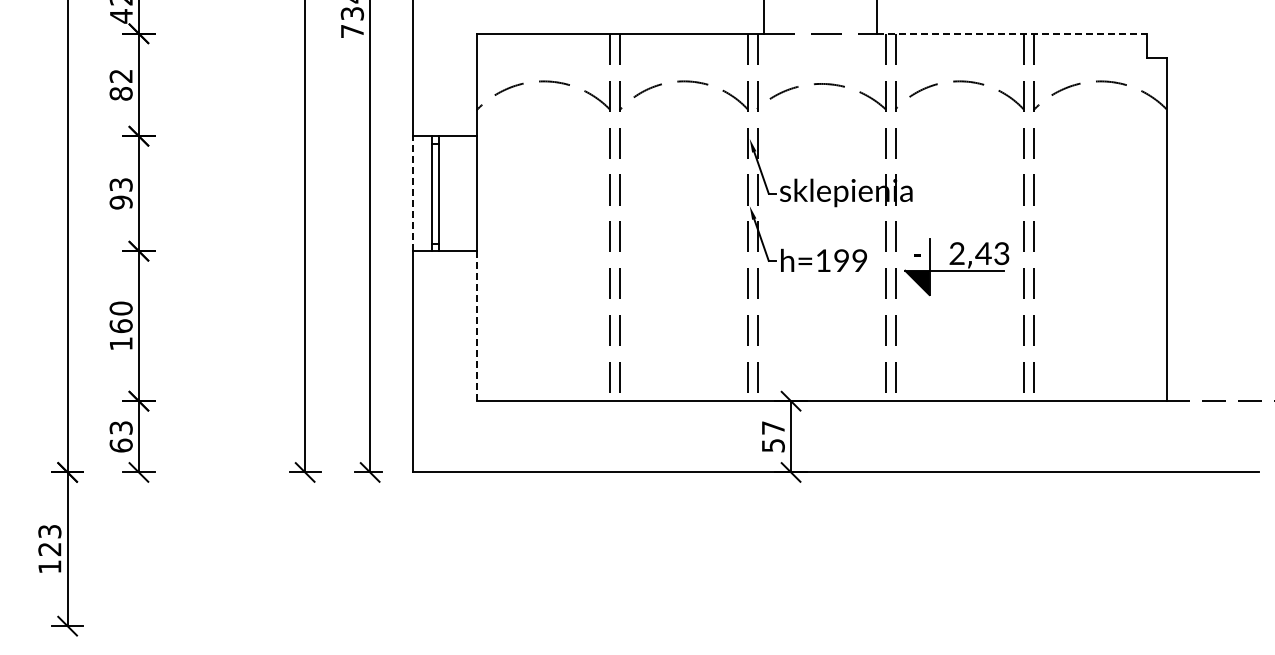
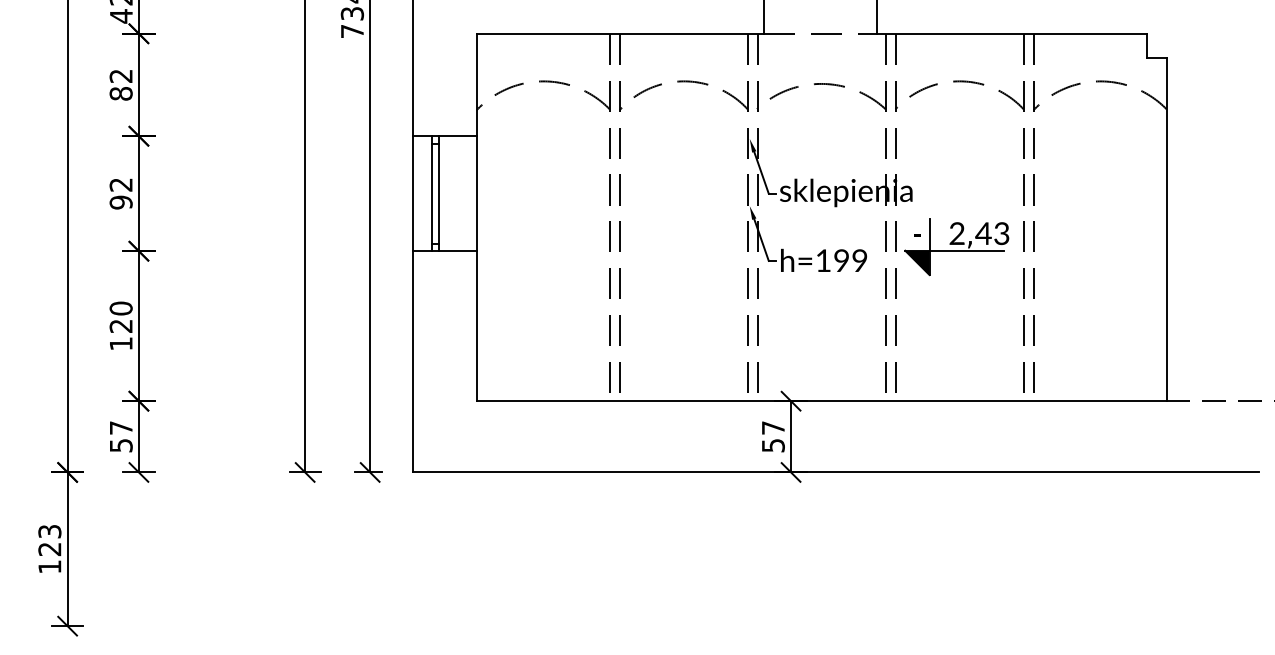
line at (1011, 33): dashed -> solid
text at (120, 184): 93 -> 92
line at (412, 193): dashed -> solid
part at (956, 267) position: (956, 267) -> (956, 247)
text at (120, 326): 160 -> 120
line at (476, 326): dashed -> solid
text at (120, 436): 63 -> 57
